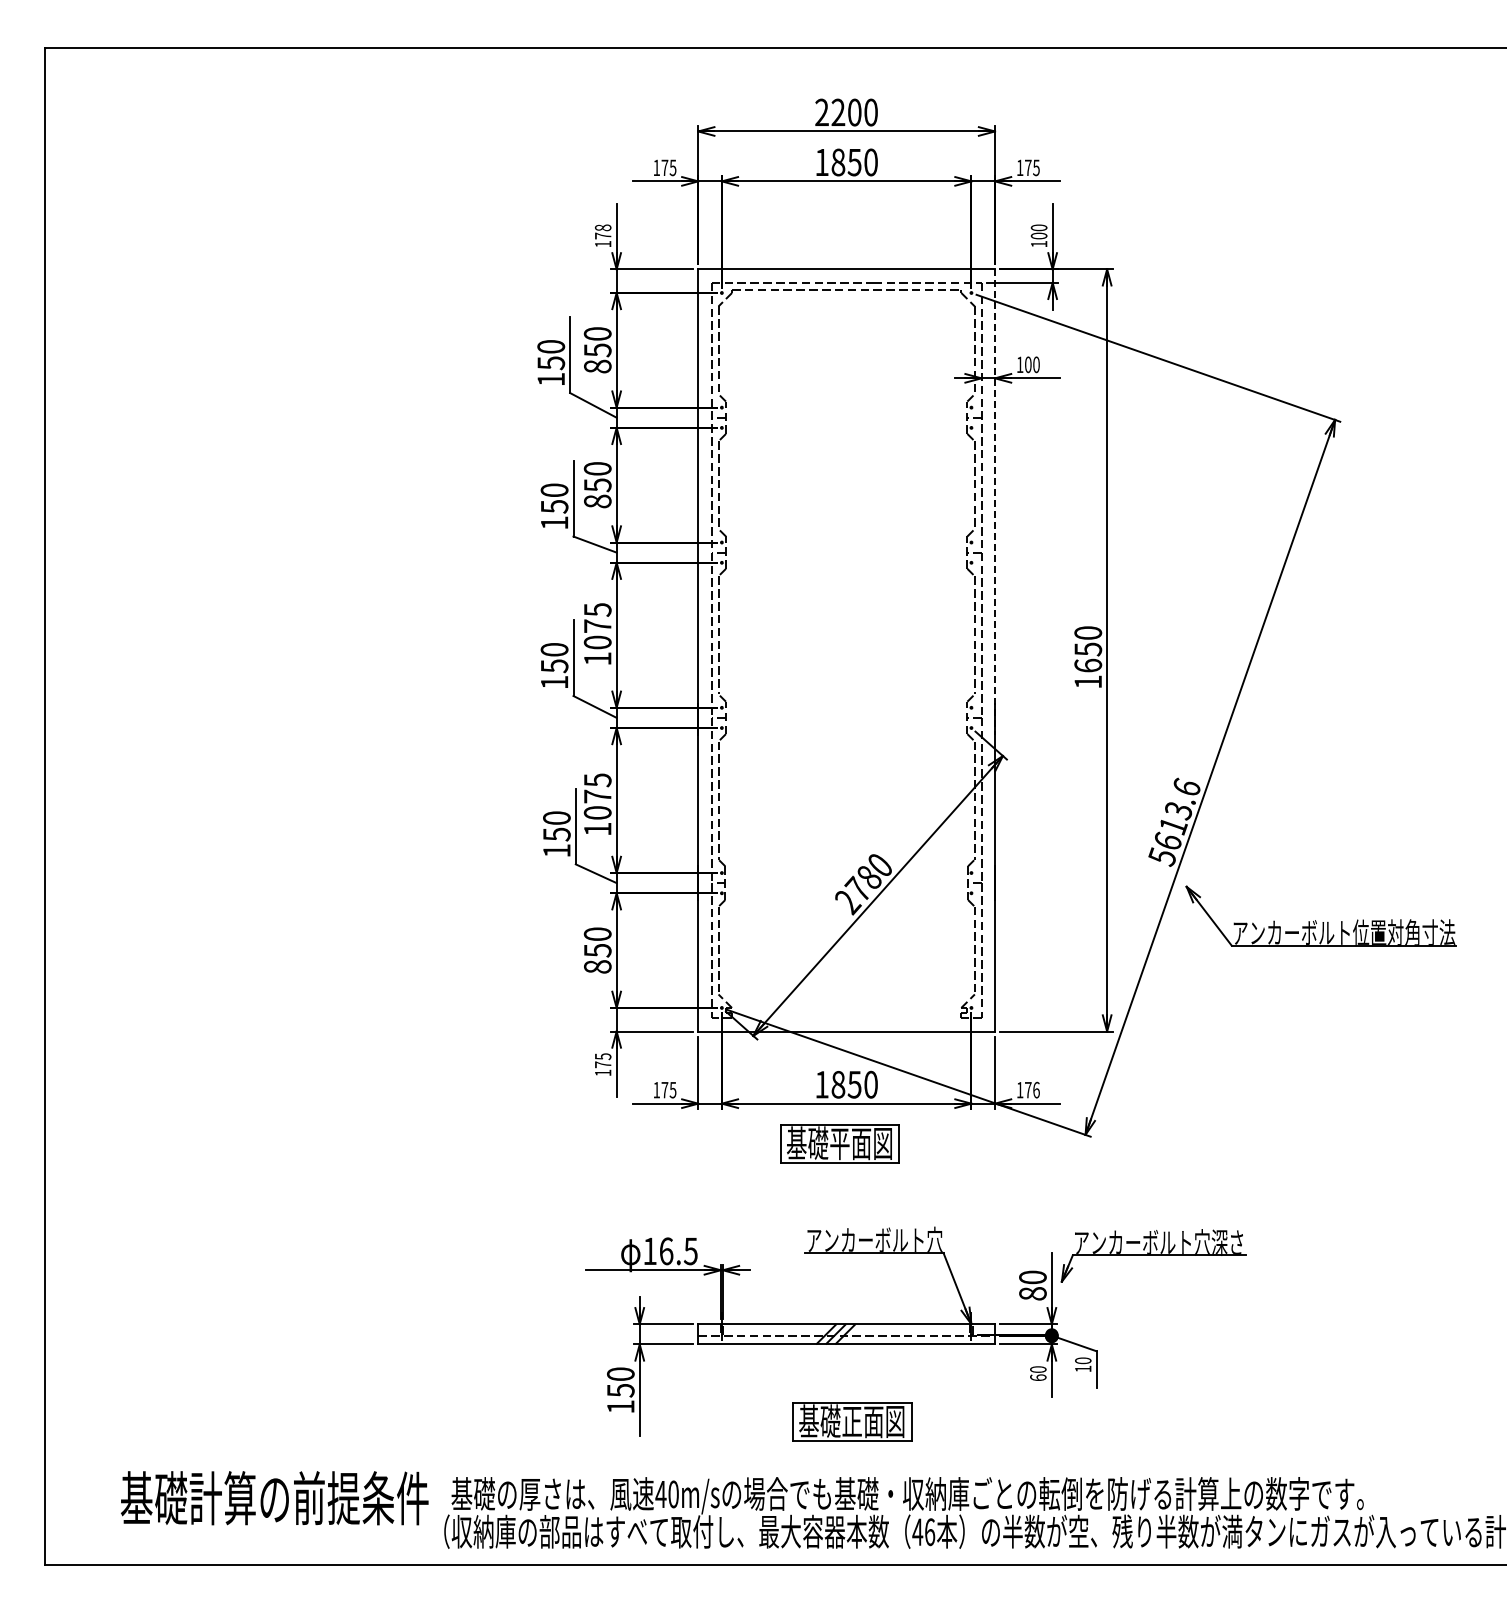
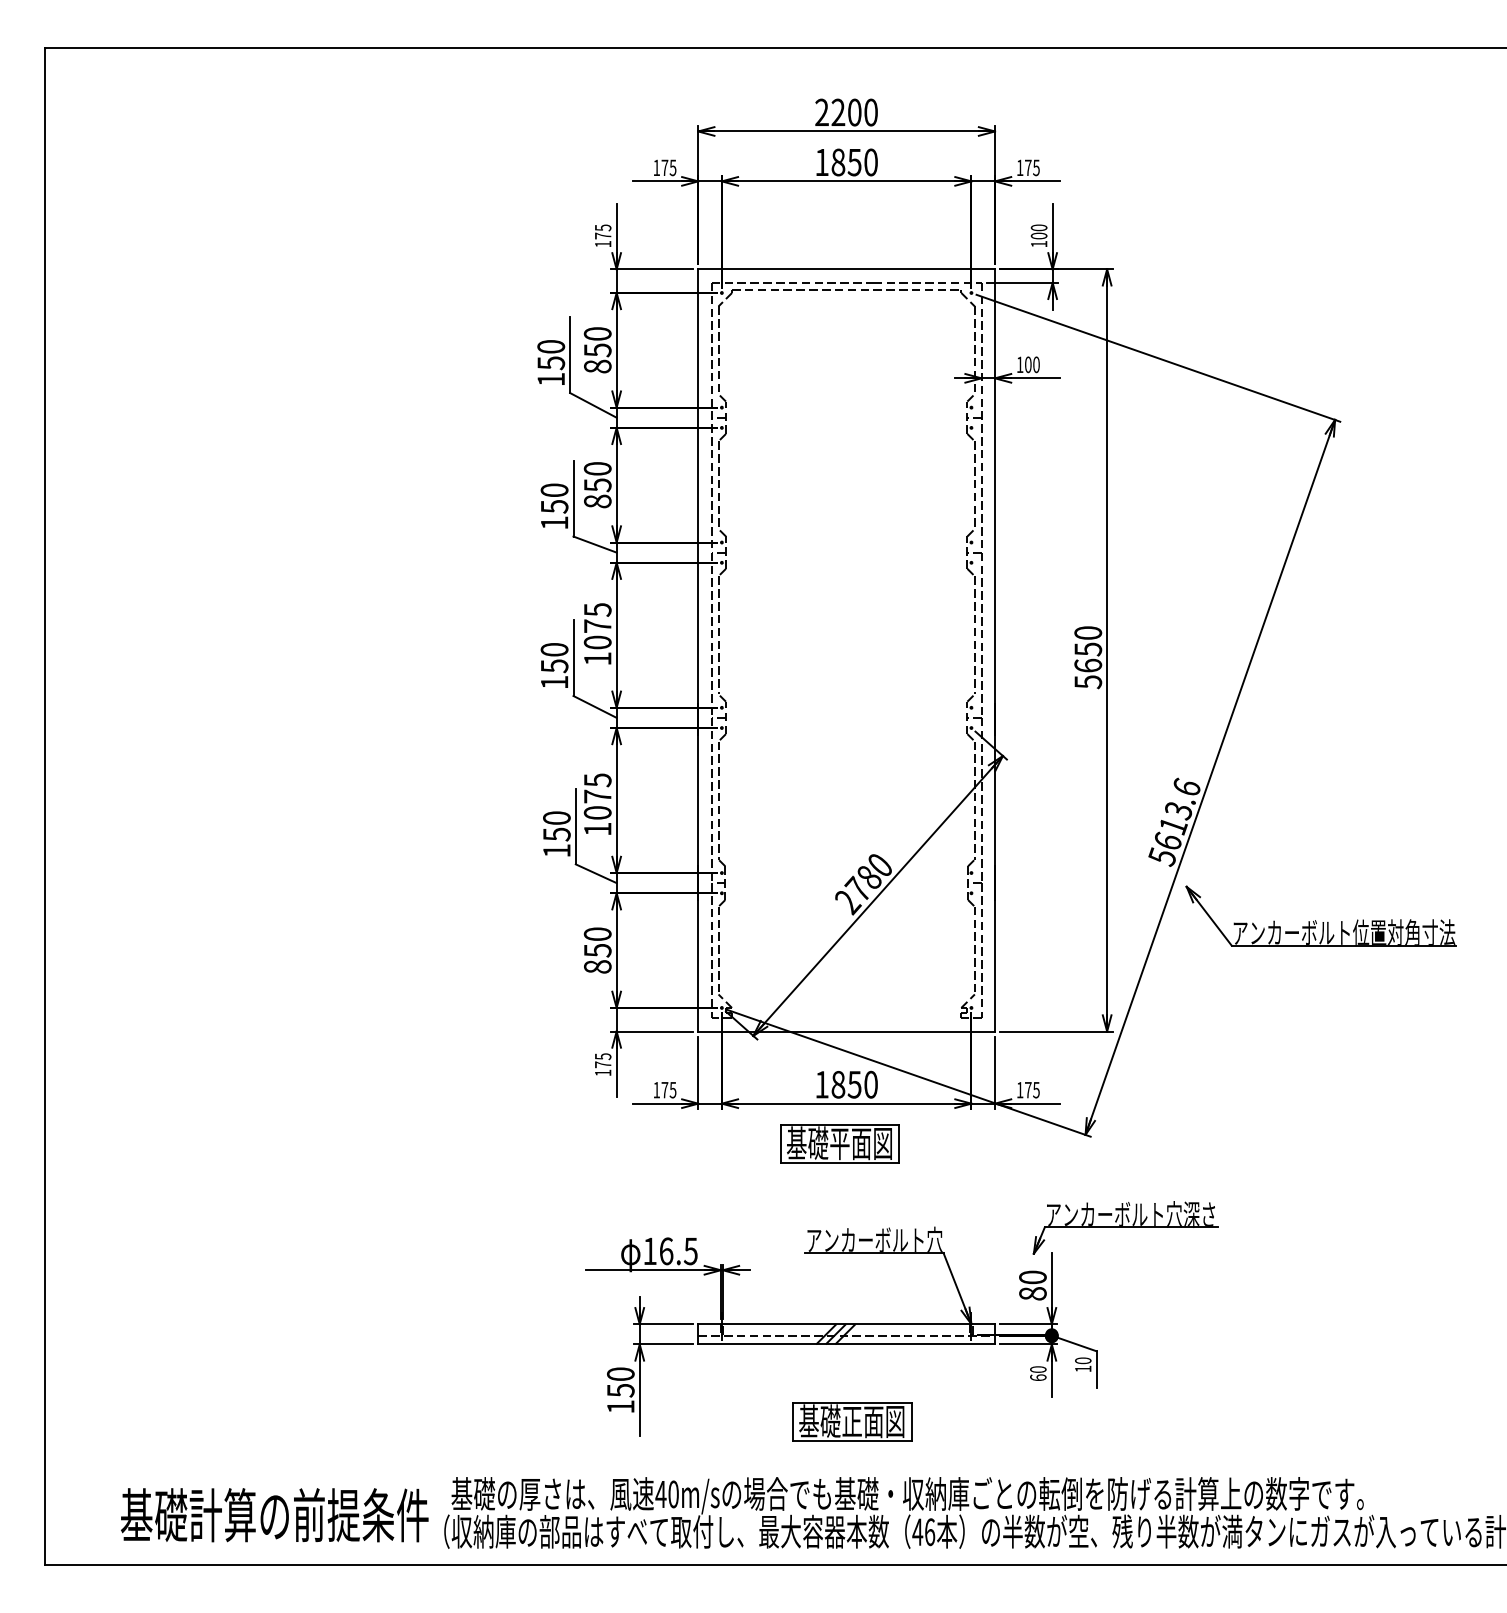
text at (602, 227): 178 -> 175
line at (995, 502): dashed -> solid
text at (1088, 682): 1650 -> 5650
text at (1036, 1089): 176 -> 175
part at (1153, 1255) position: (1153, 1255) -> (1125, 1227)
text at (274, 1498) position: (274, 1498) -> (274, 1515)
